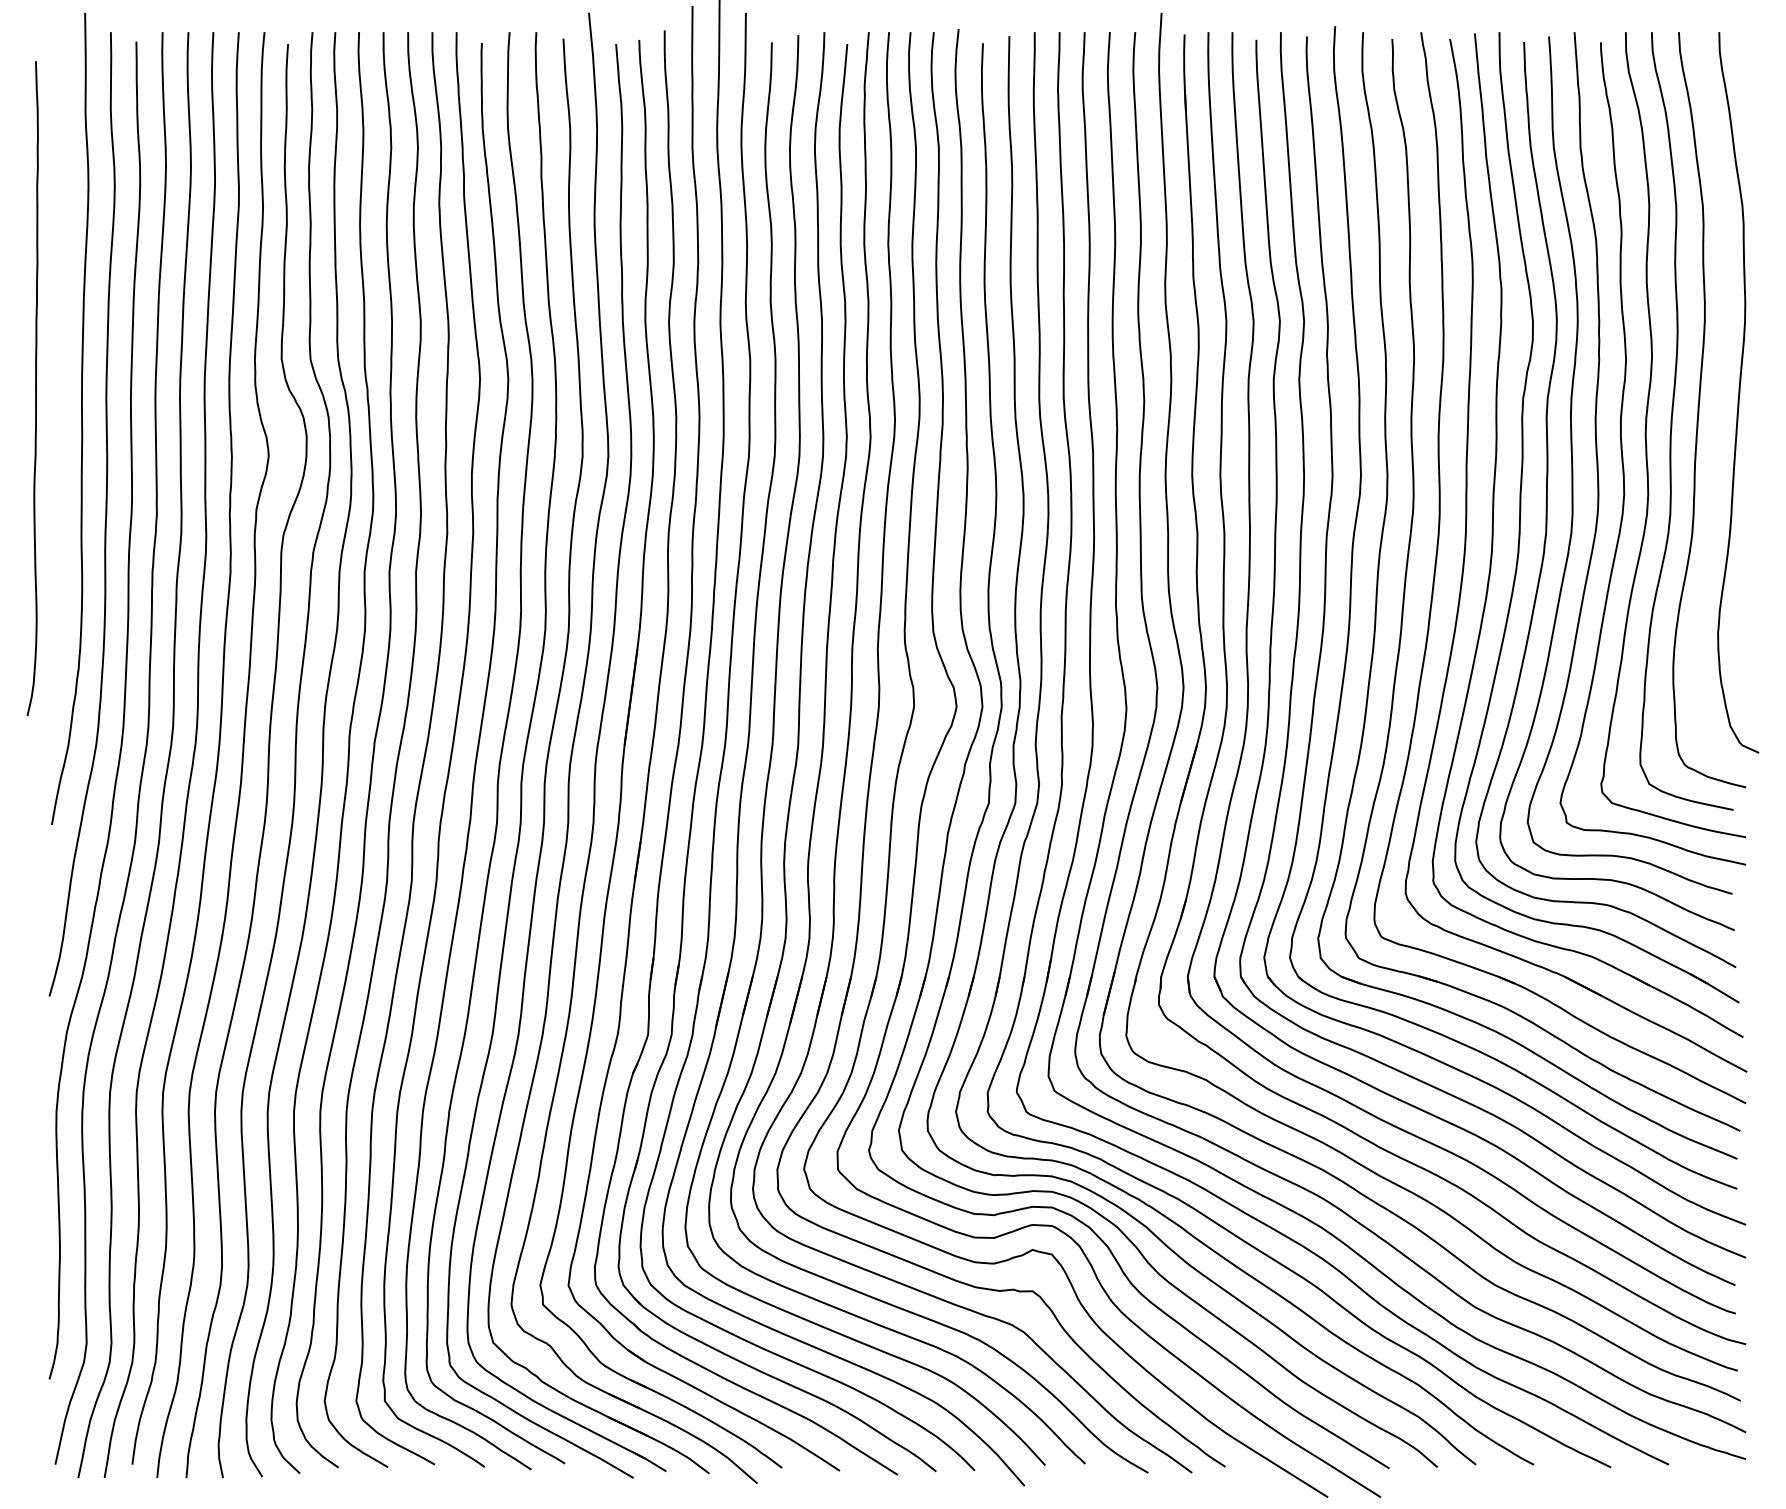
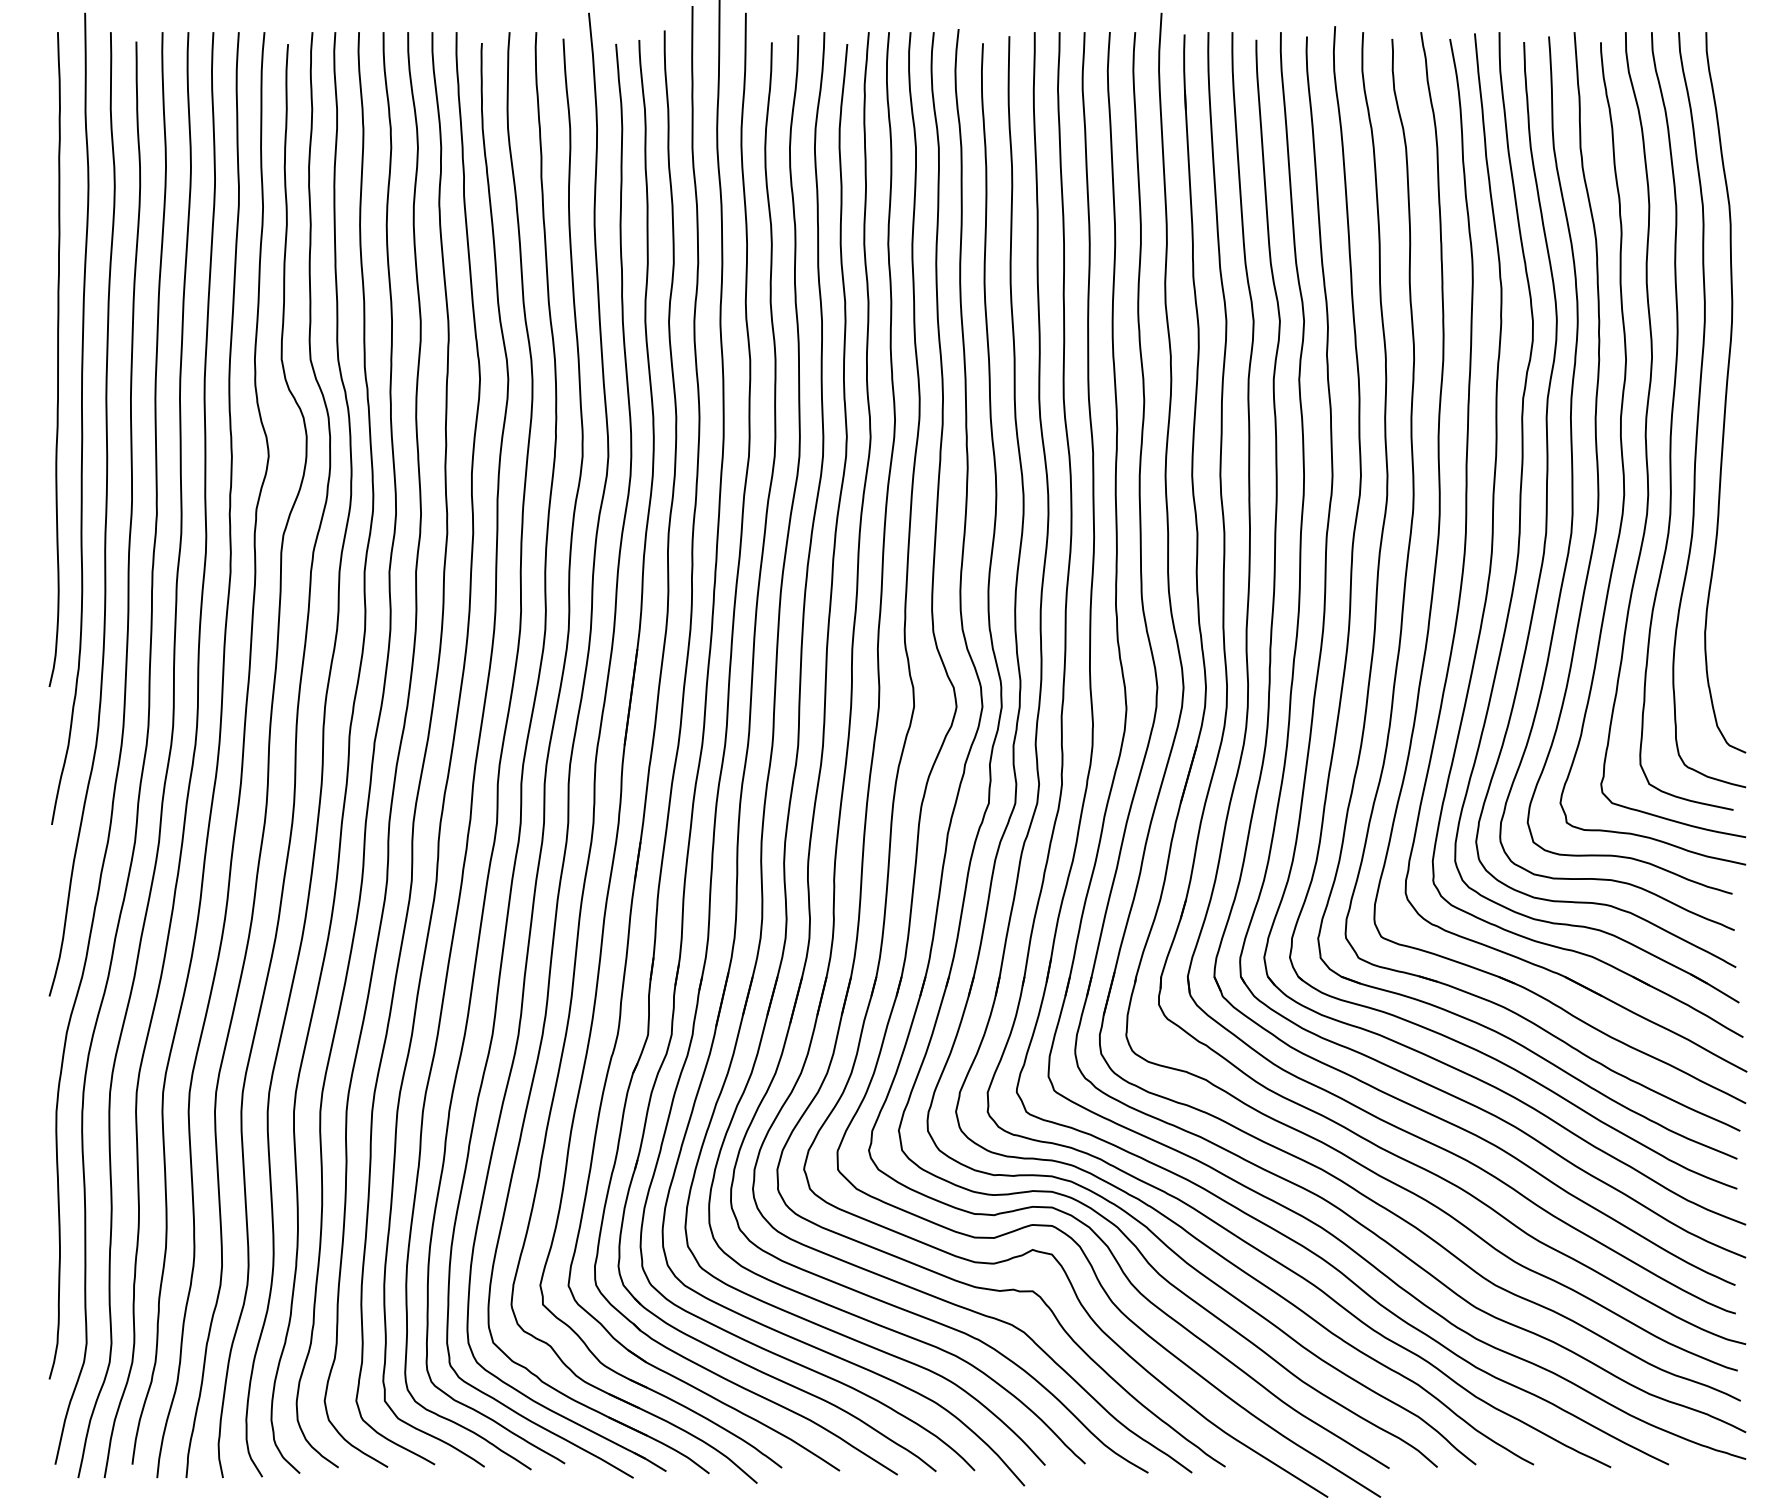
curve at (35, 388) position: (35, 388) -> (57, 359)
curve at (1738, 392) position: (1738, 392) -> (1725, 392)
